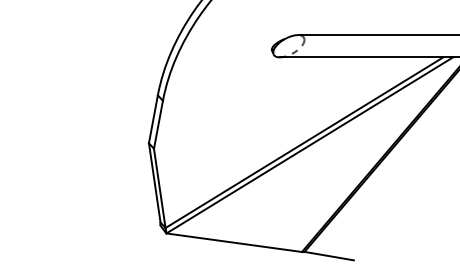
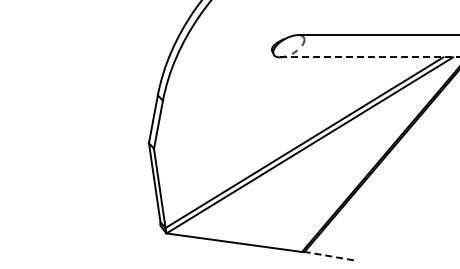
line at (369, 57): solid -> dashed
line at (328, 256): solid -> dashed
